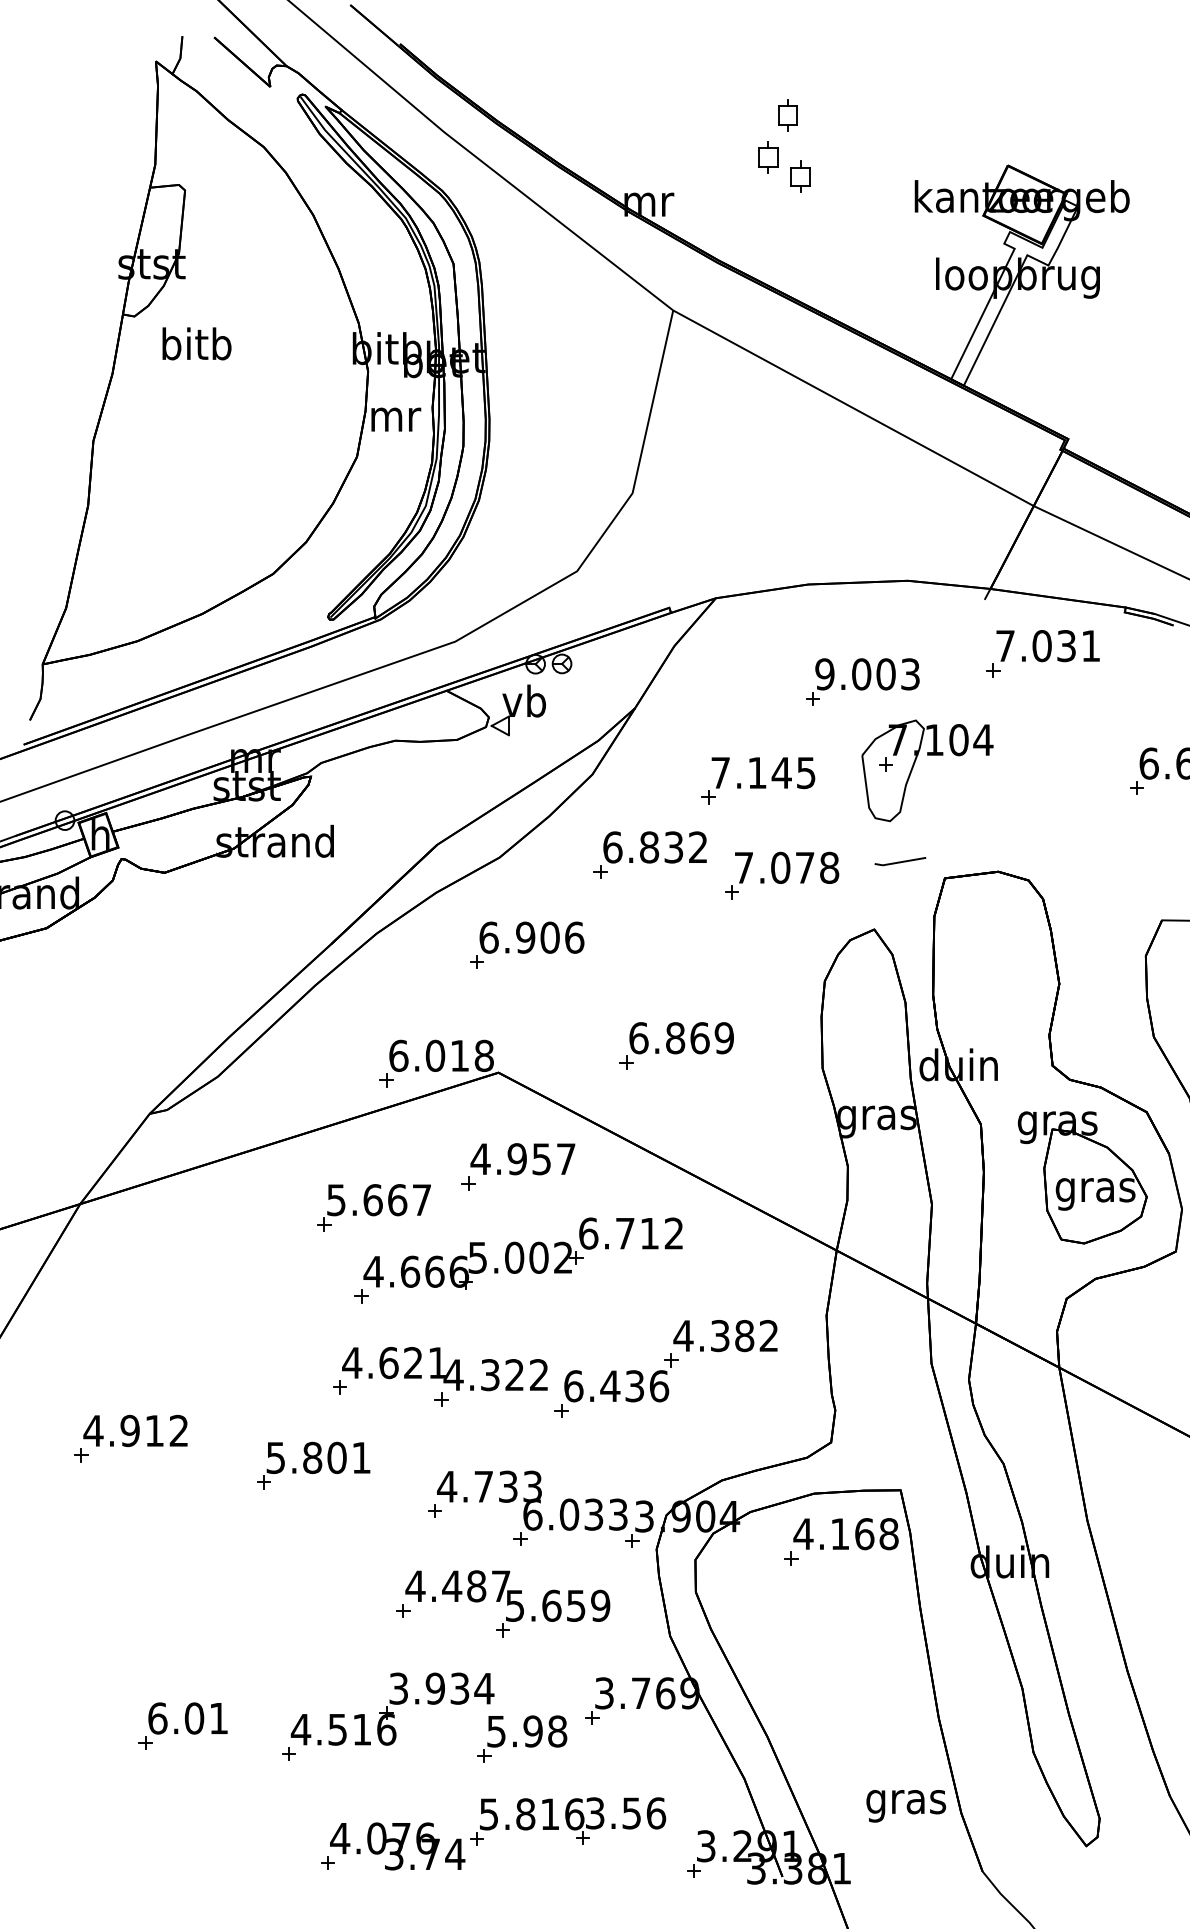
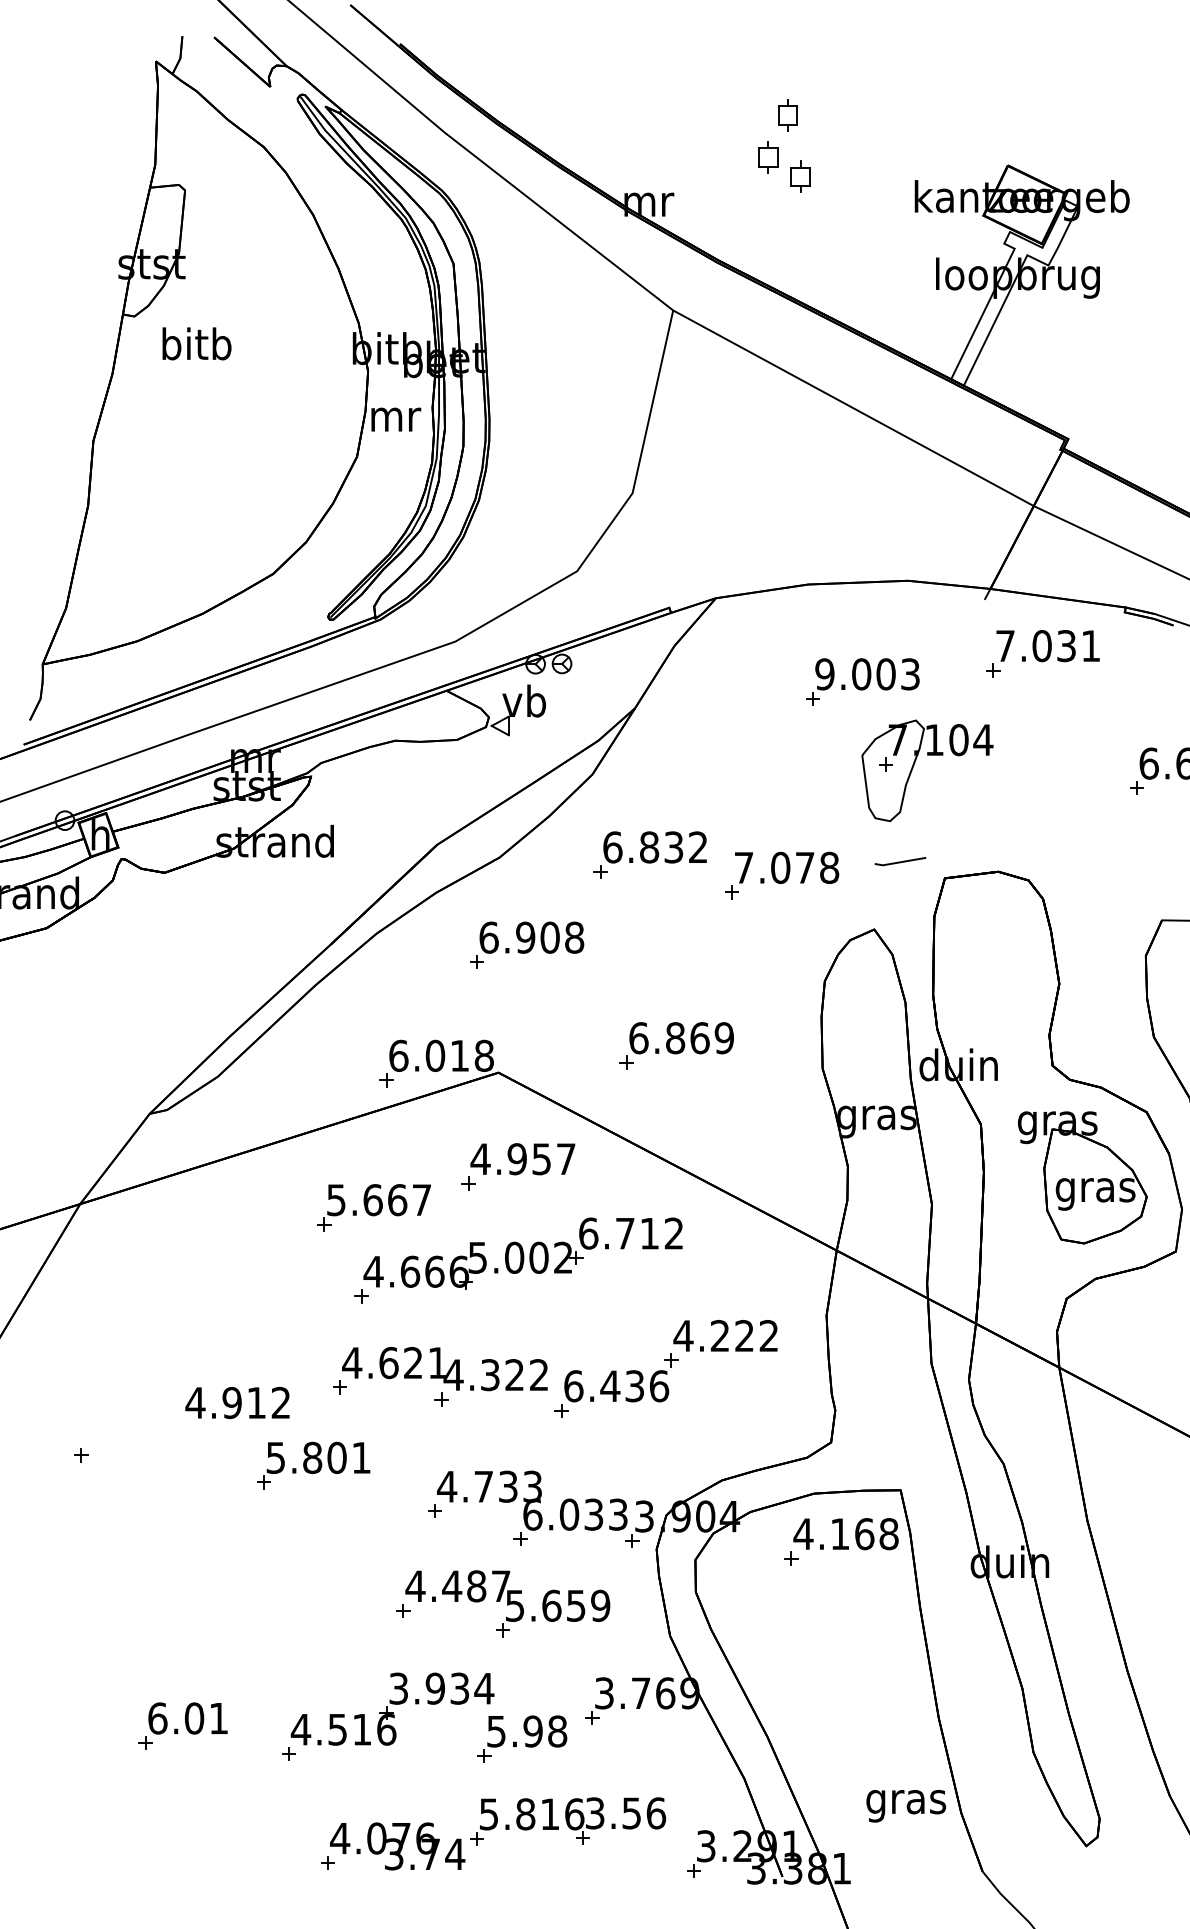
part at (758, 780): present -> none
text at (574, 937): 6.906 -> 6.908
text at (732, 1336): 4.382 -> 4.222
text at (135, 1430) position: (135, 1430) -> (237, 1402)
